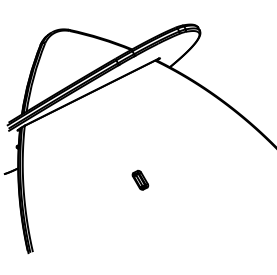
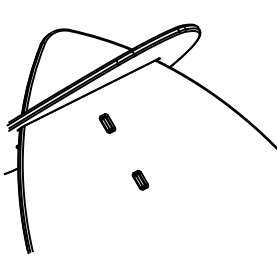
part at (107, 123): none -> present
